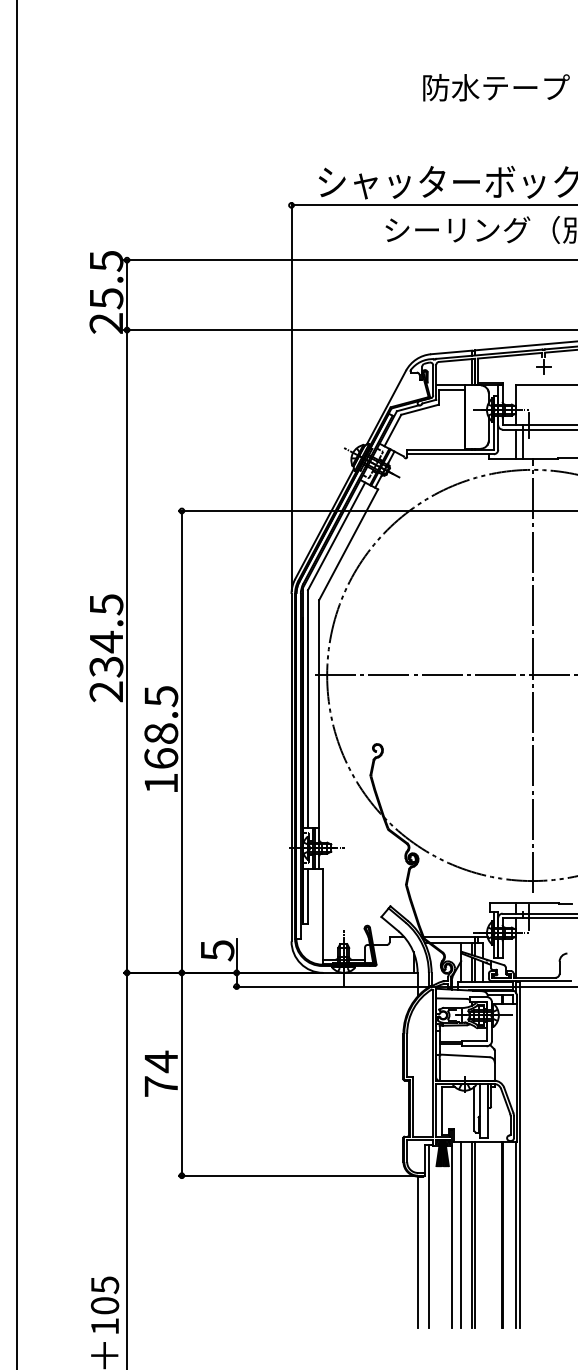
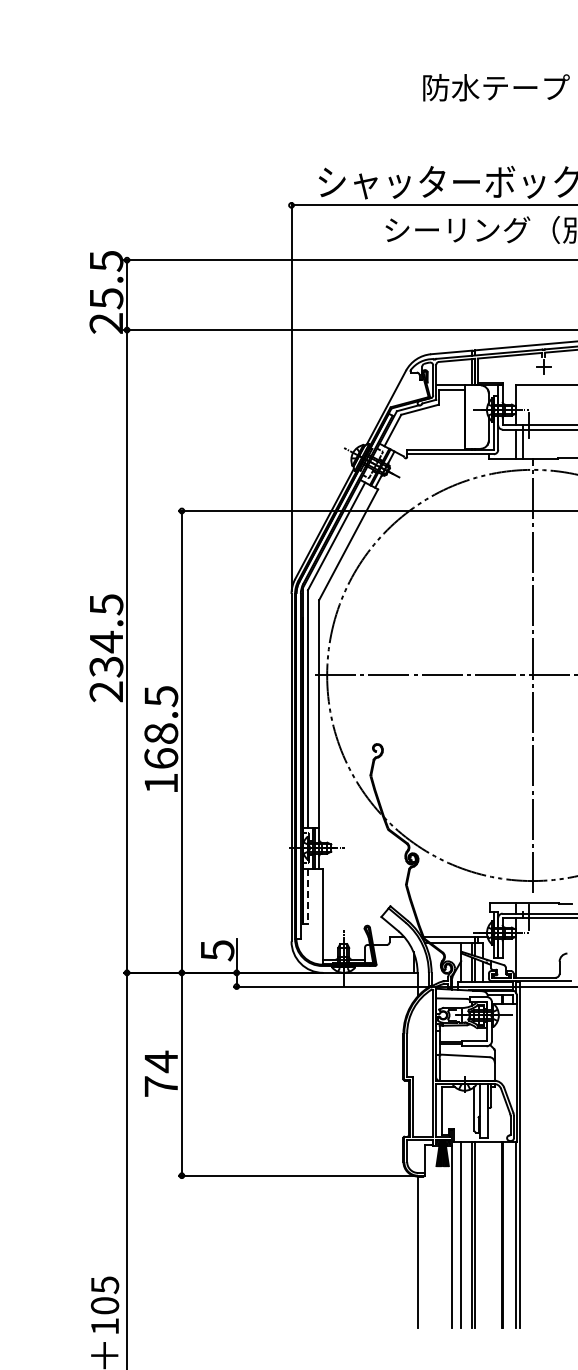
line at (17, 684): present -> none
line at (307, 896): solid -> dashed
line at (428, 1236): present -> none
